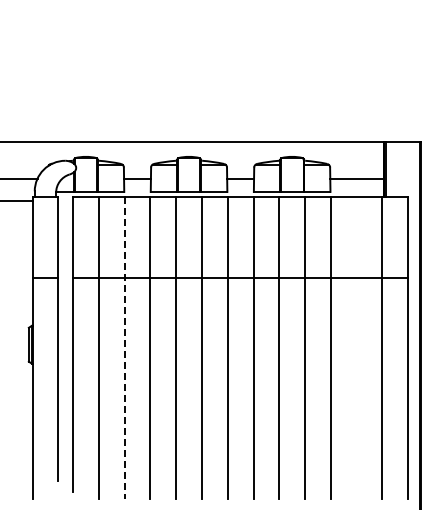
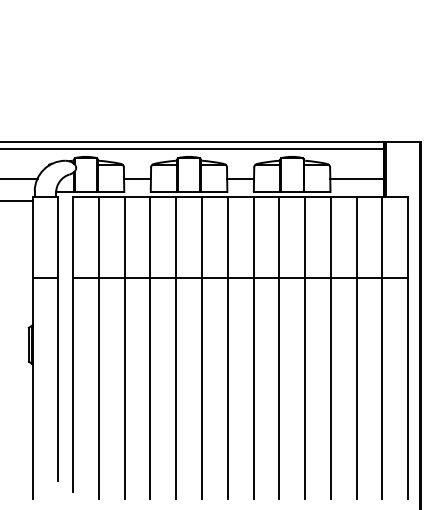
line at (193, 149): none -> present
line at (124, 348): dashed -> solid
line at (356, 348): none -> present
